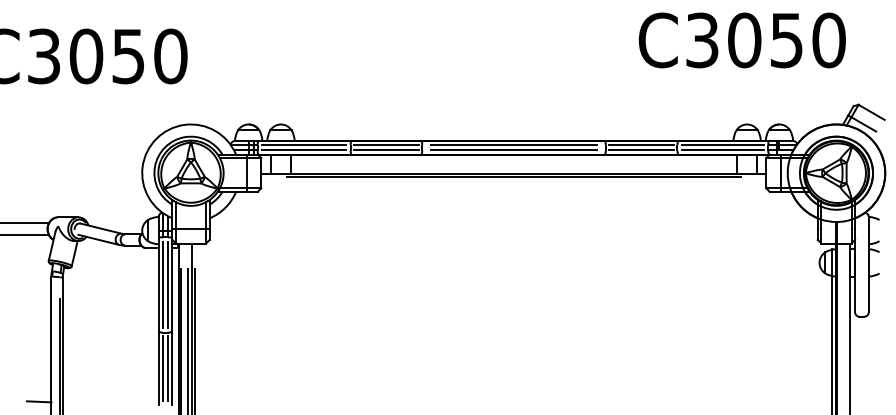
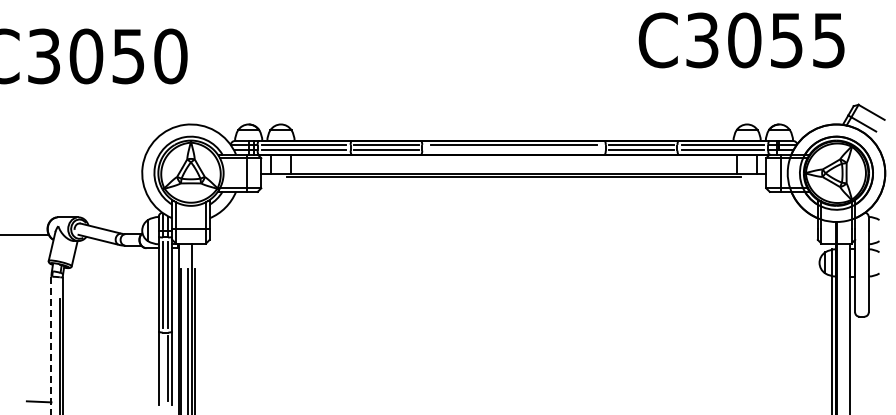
text at (828, 40): C3050 -> C3055
line at (513, 150): present -> none
line at (25, 223): present -> none
line at (51, 345): solid -> dashed
line at (163, 368): present -> none
